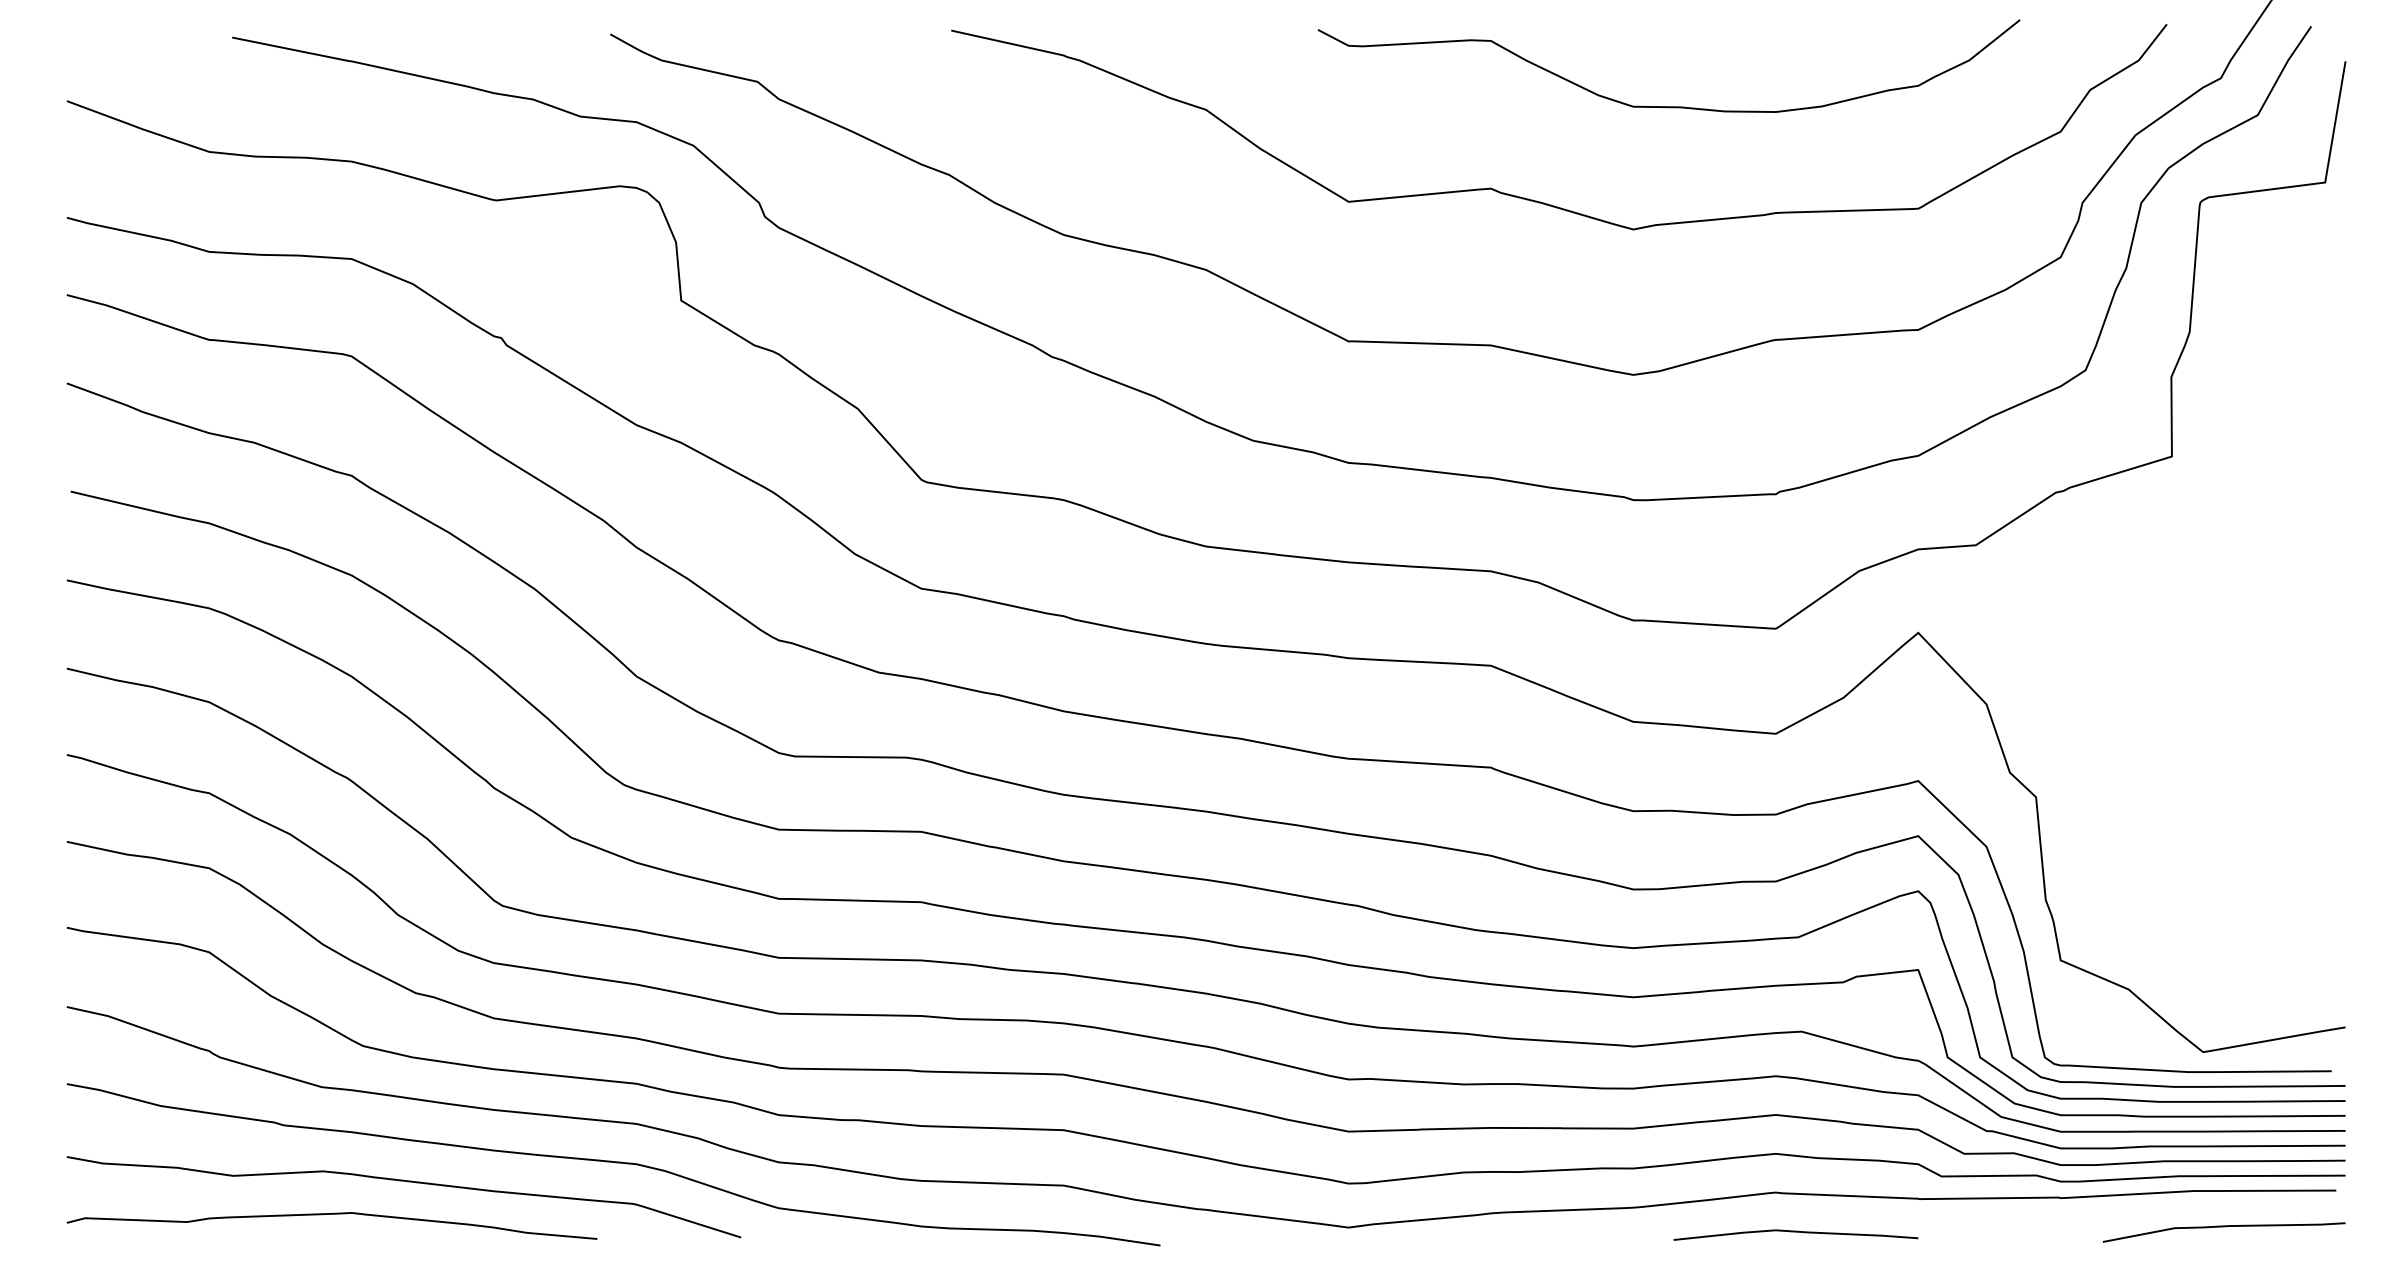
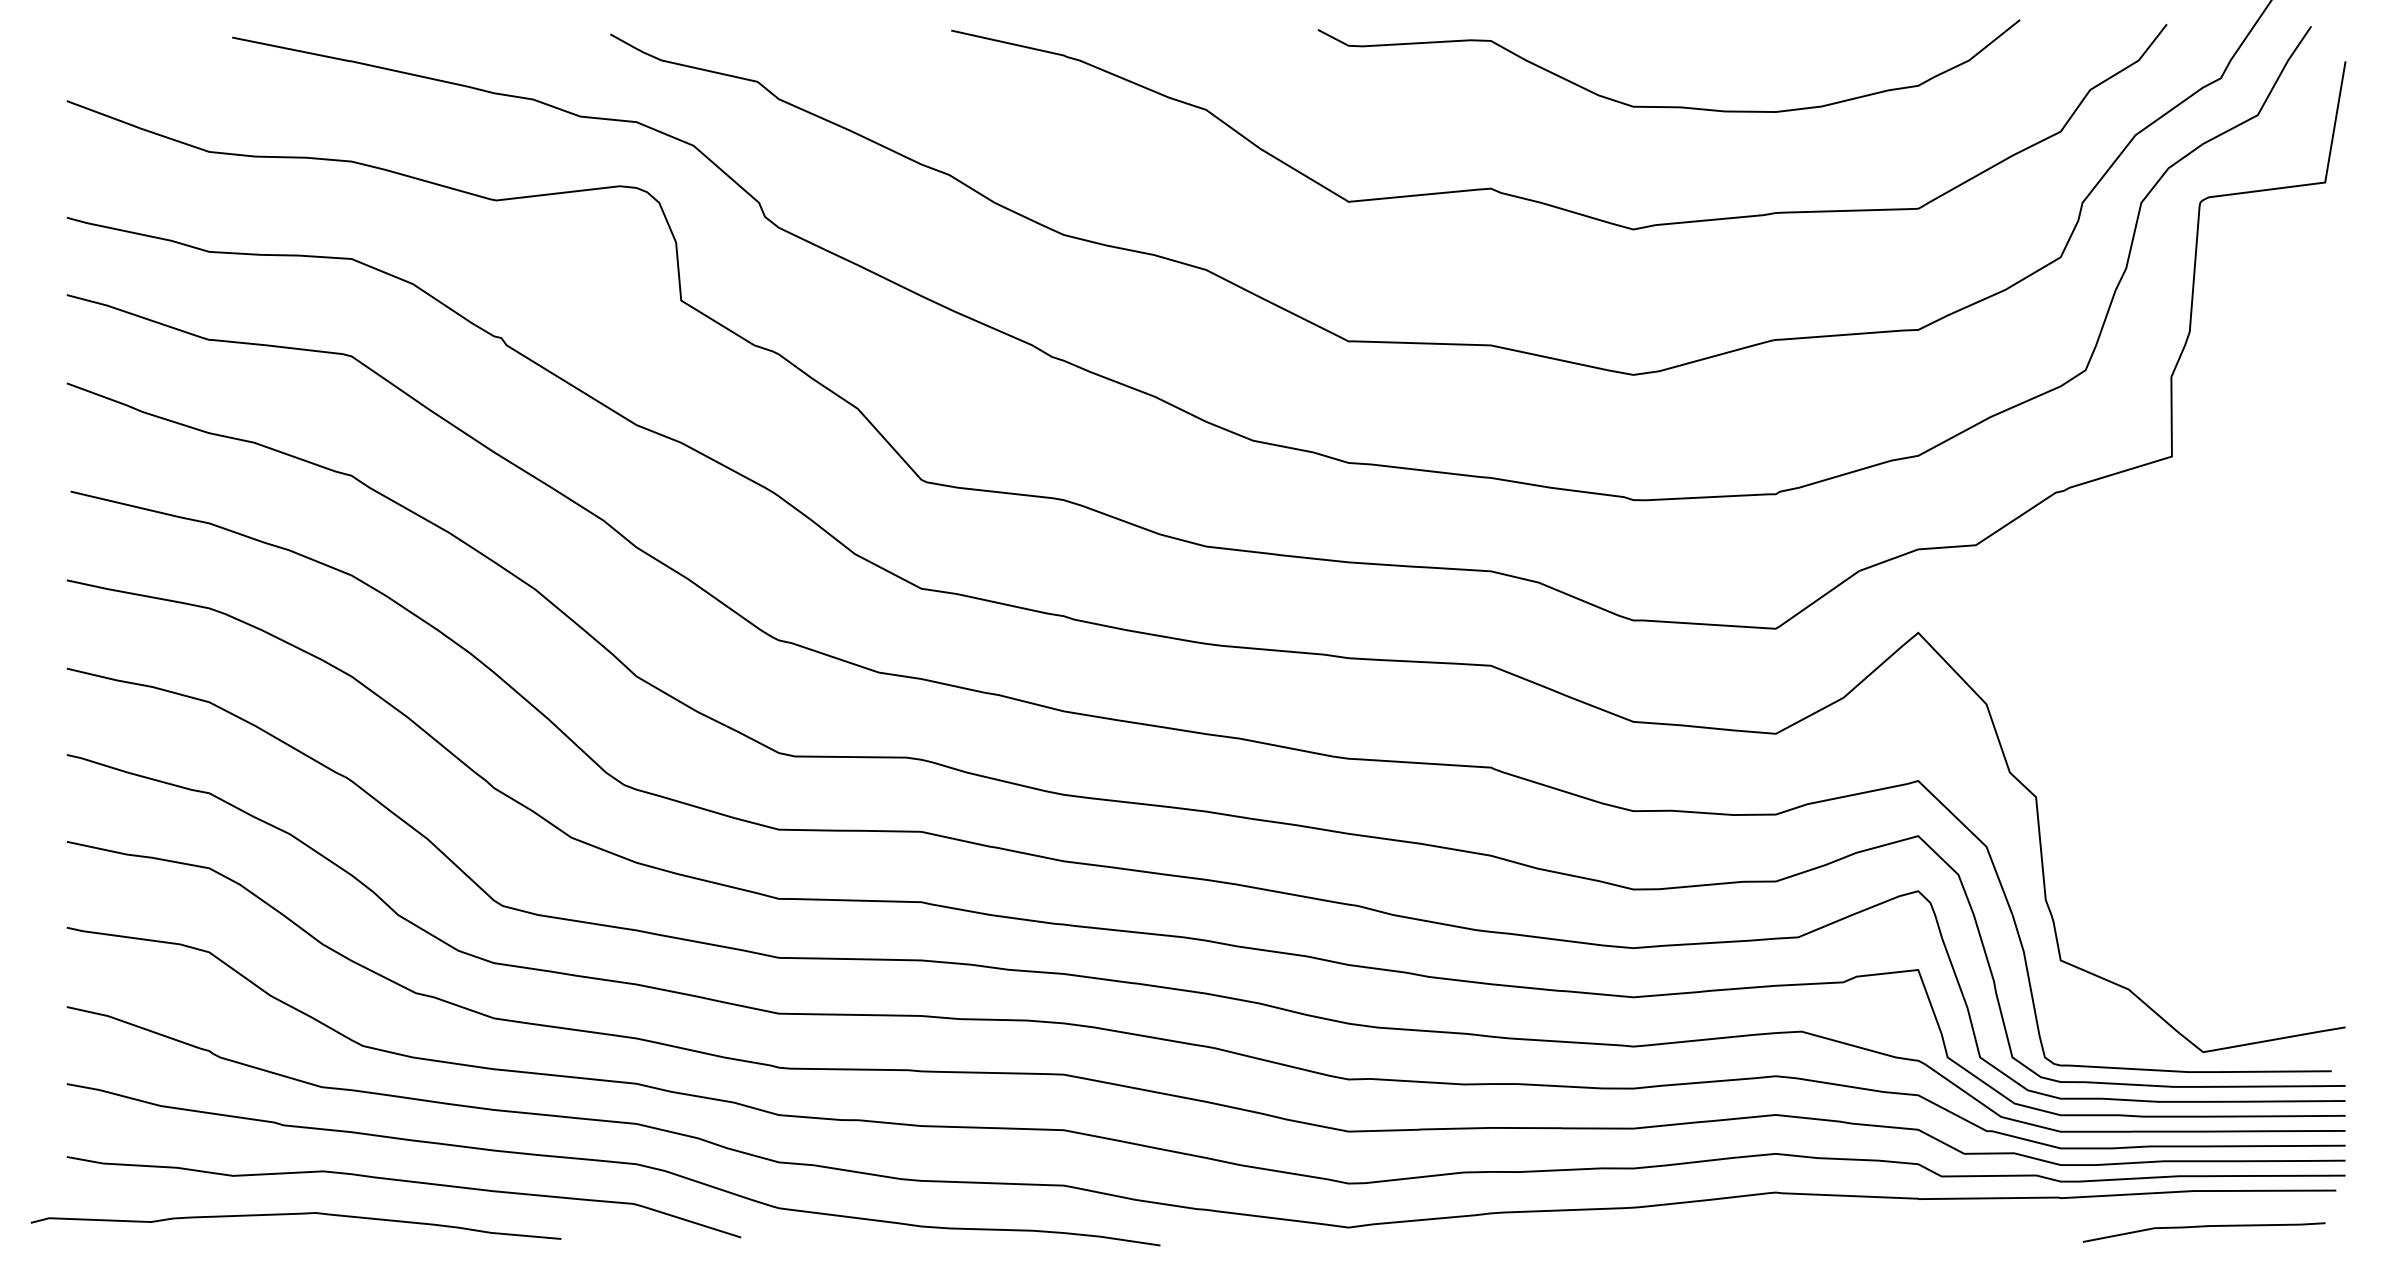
curve at (331, 1214) position: (331, 1214) -> (295, 1214)
curve at (2223, 1227) position: (2223, 1227) -> (2203, 1227)
curve at (1795, 1232): present -> none
